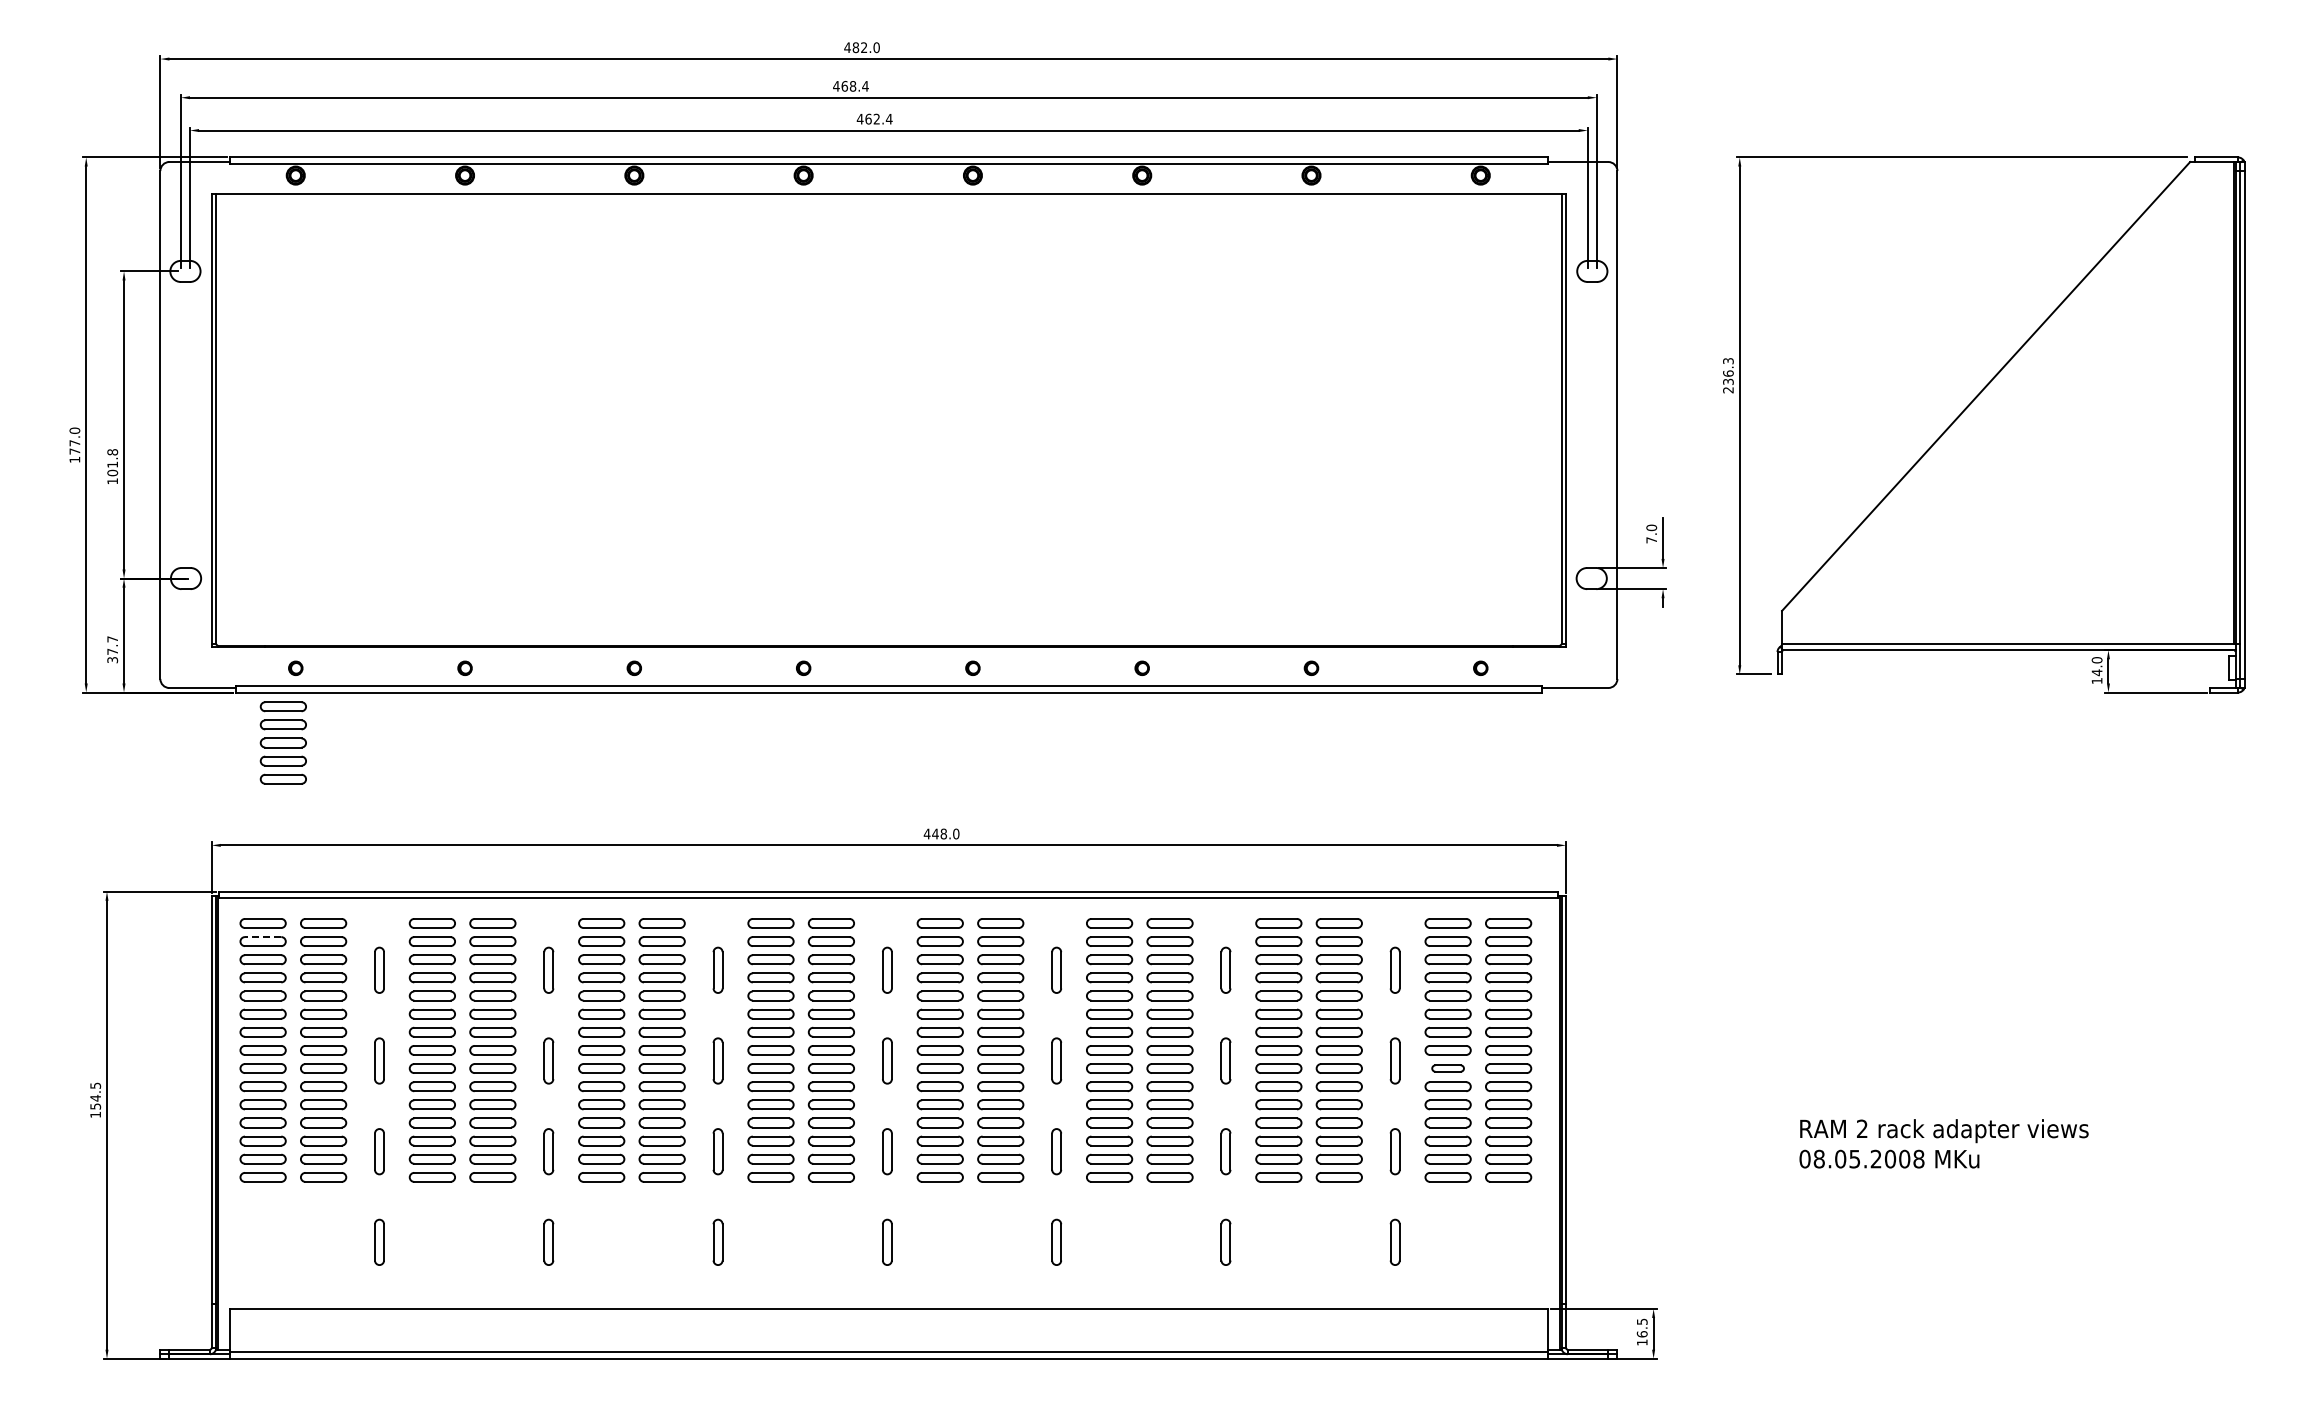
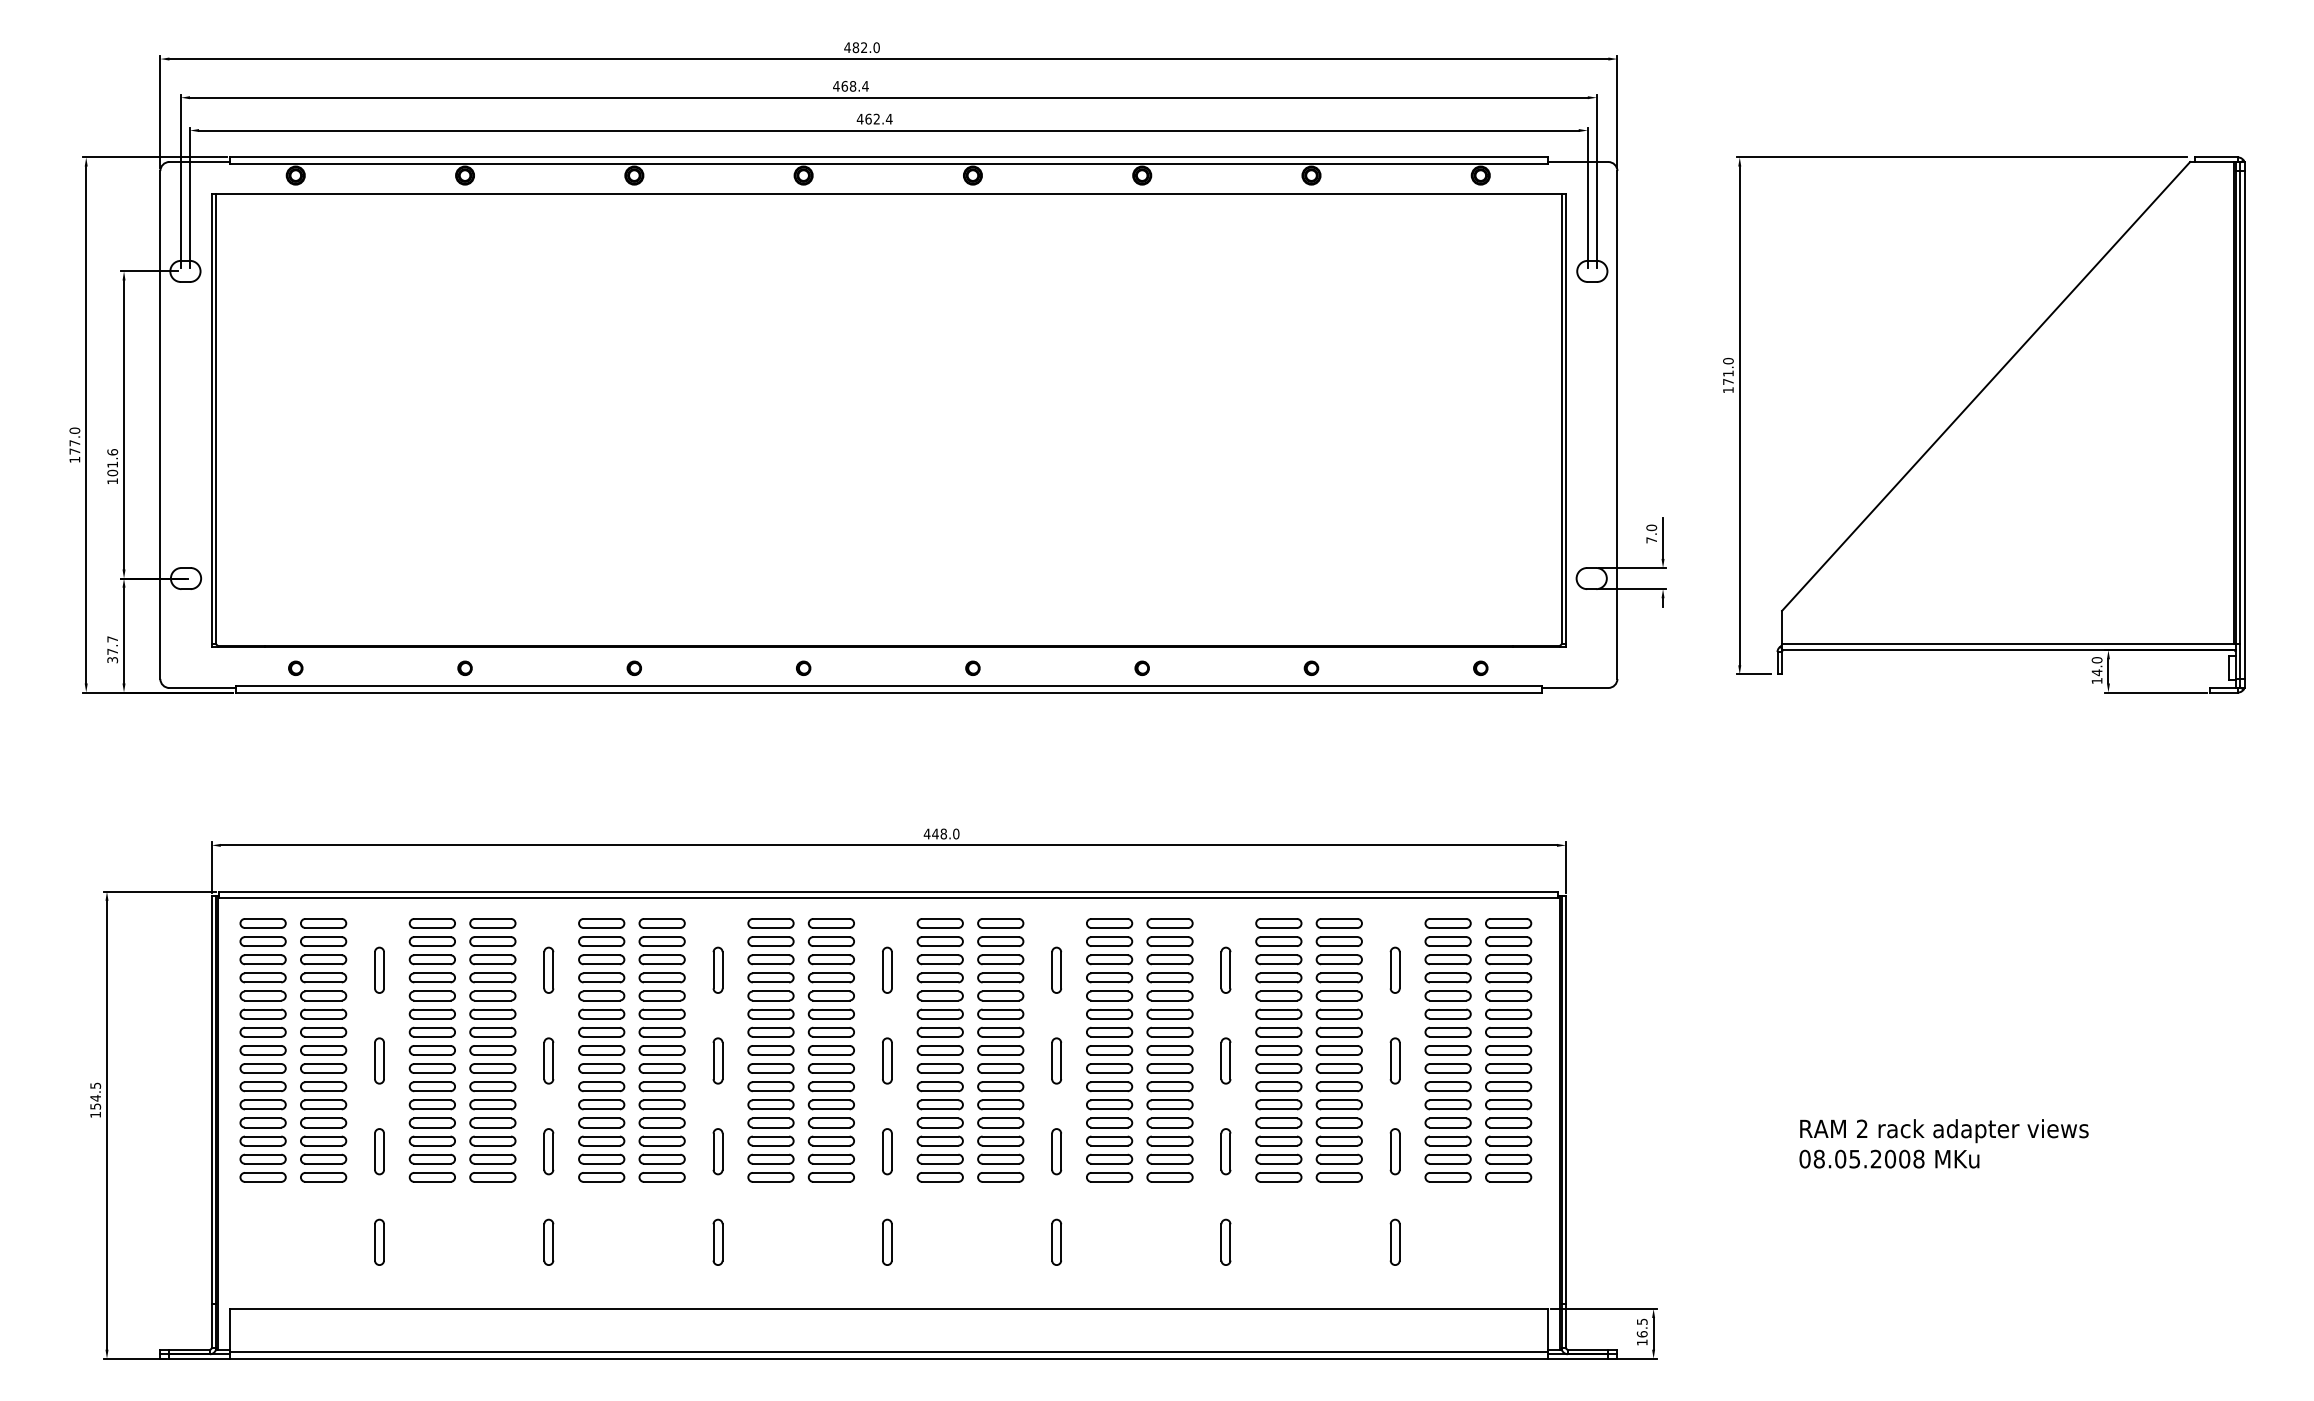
text at (1728, 375): 236.3 -> 171.0
text at (112, 452): 101.8 -> 101.6
part at (282, 742): present -> none
line at (262, 937): dashed -> solid
part at (1447, 1068) size: 34x9 px -> 48x11 px
